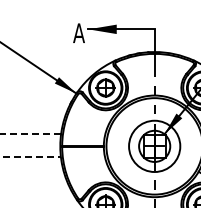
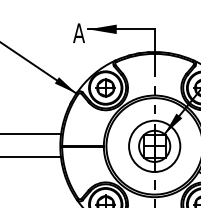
line at (30, 134): dashed -> solid
line at (30, 156): dashed -> solid
